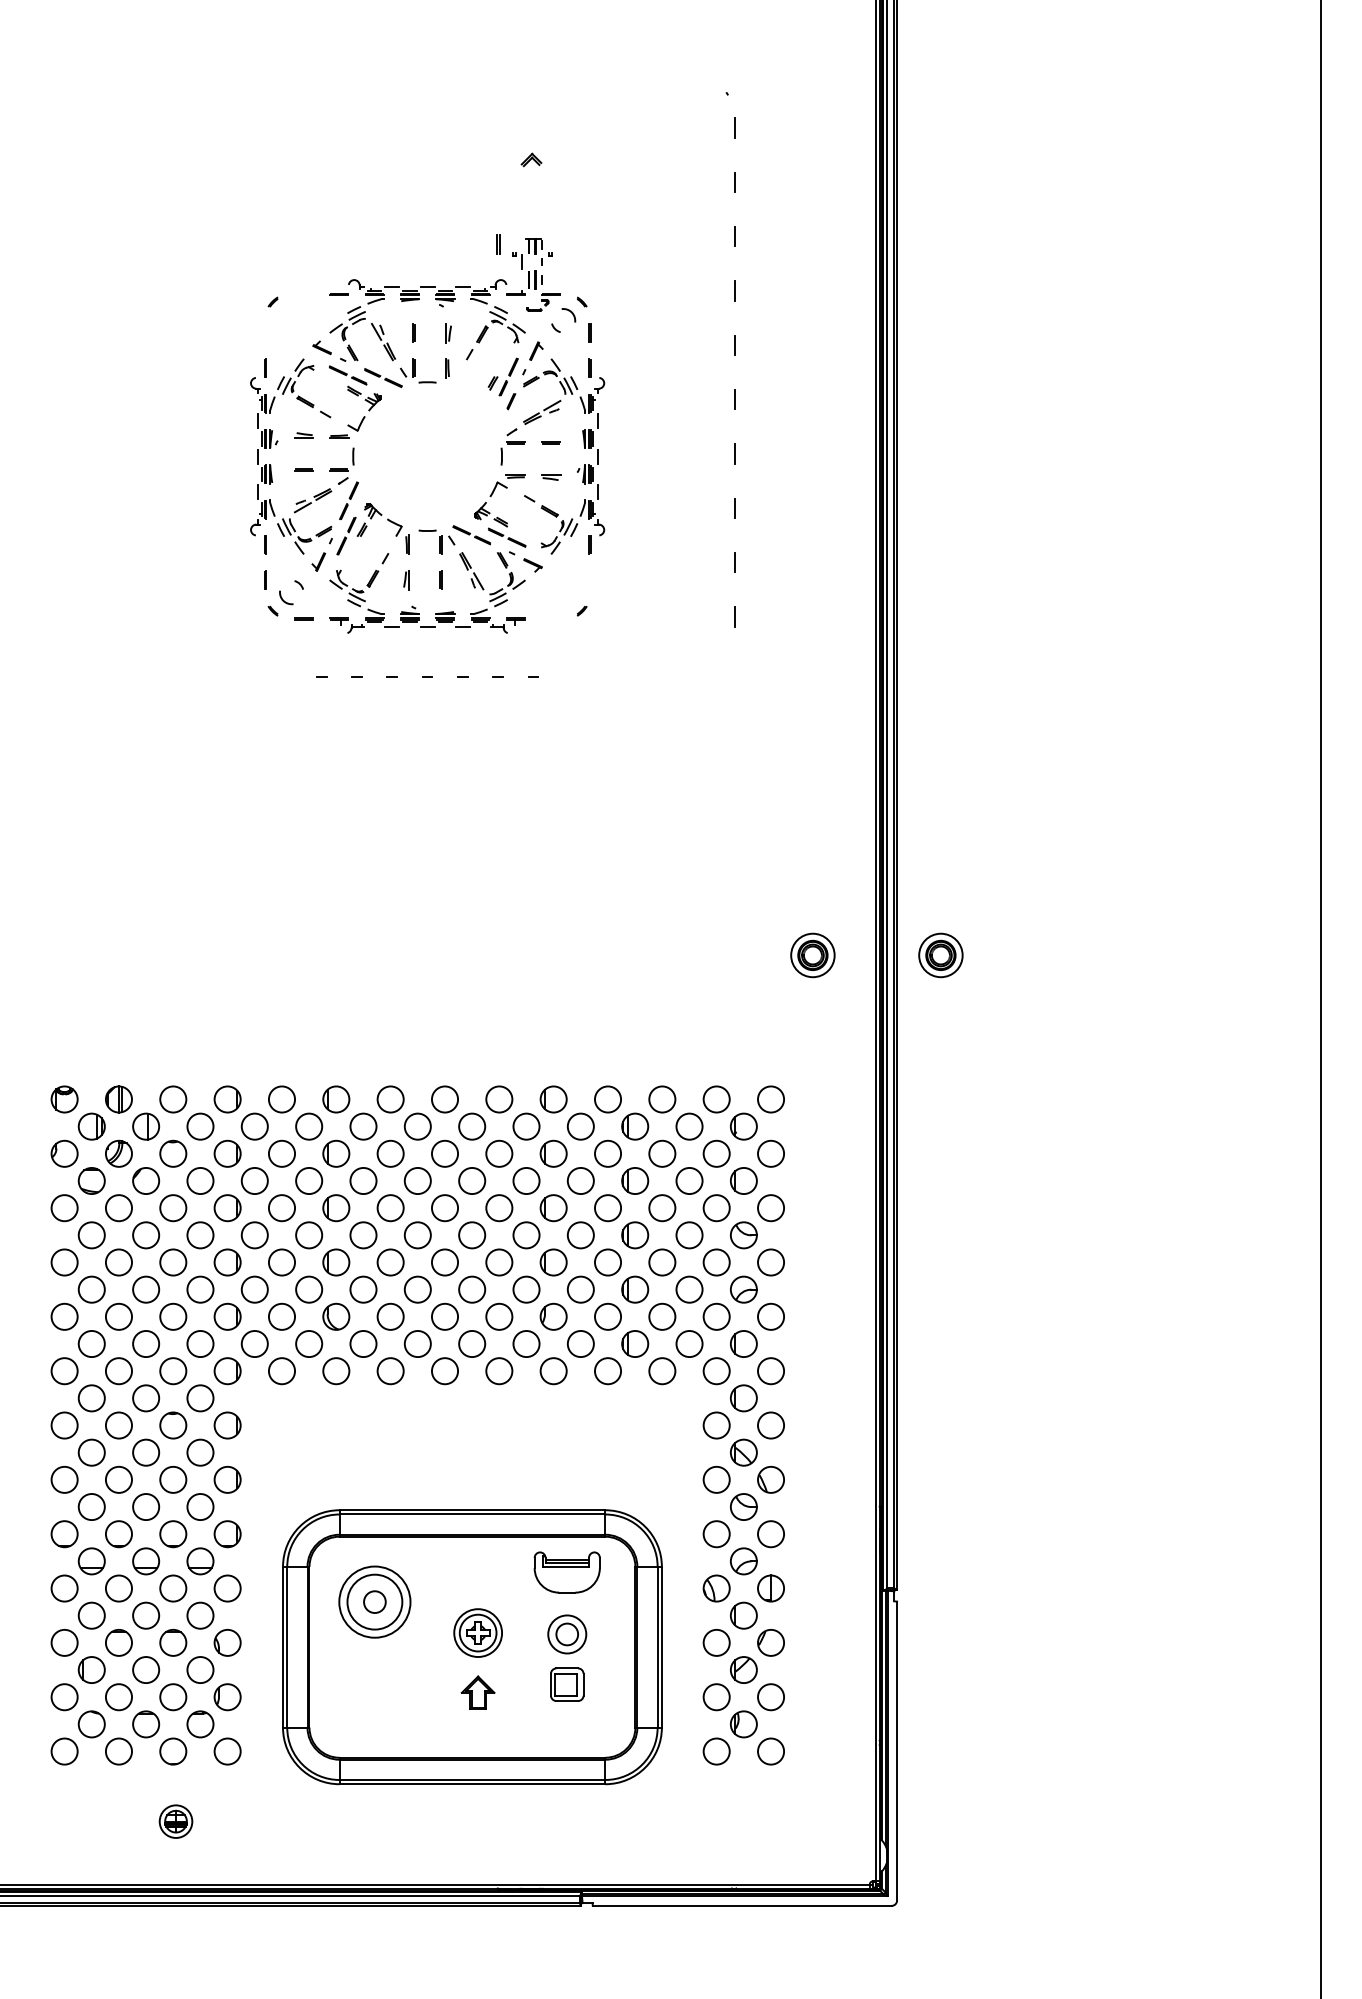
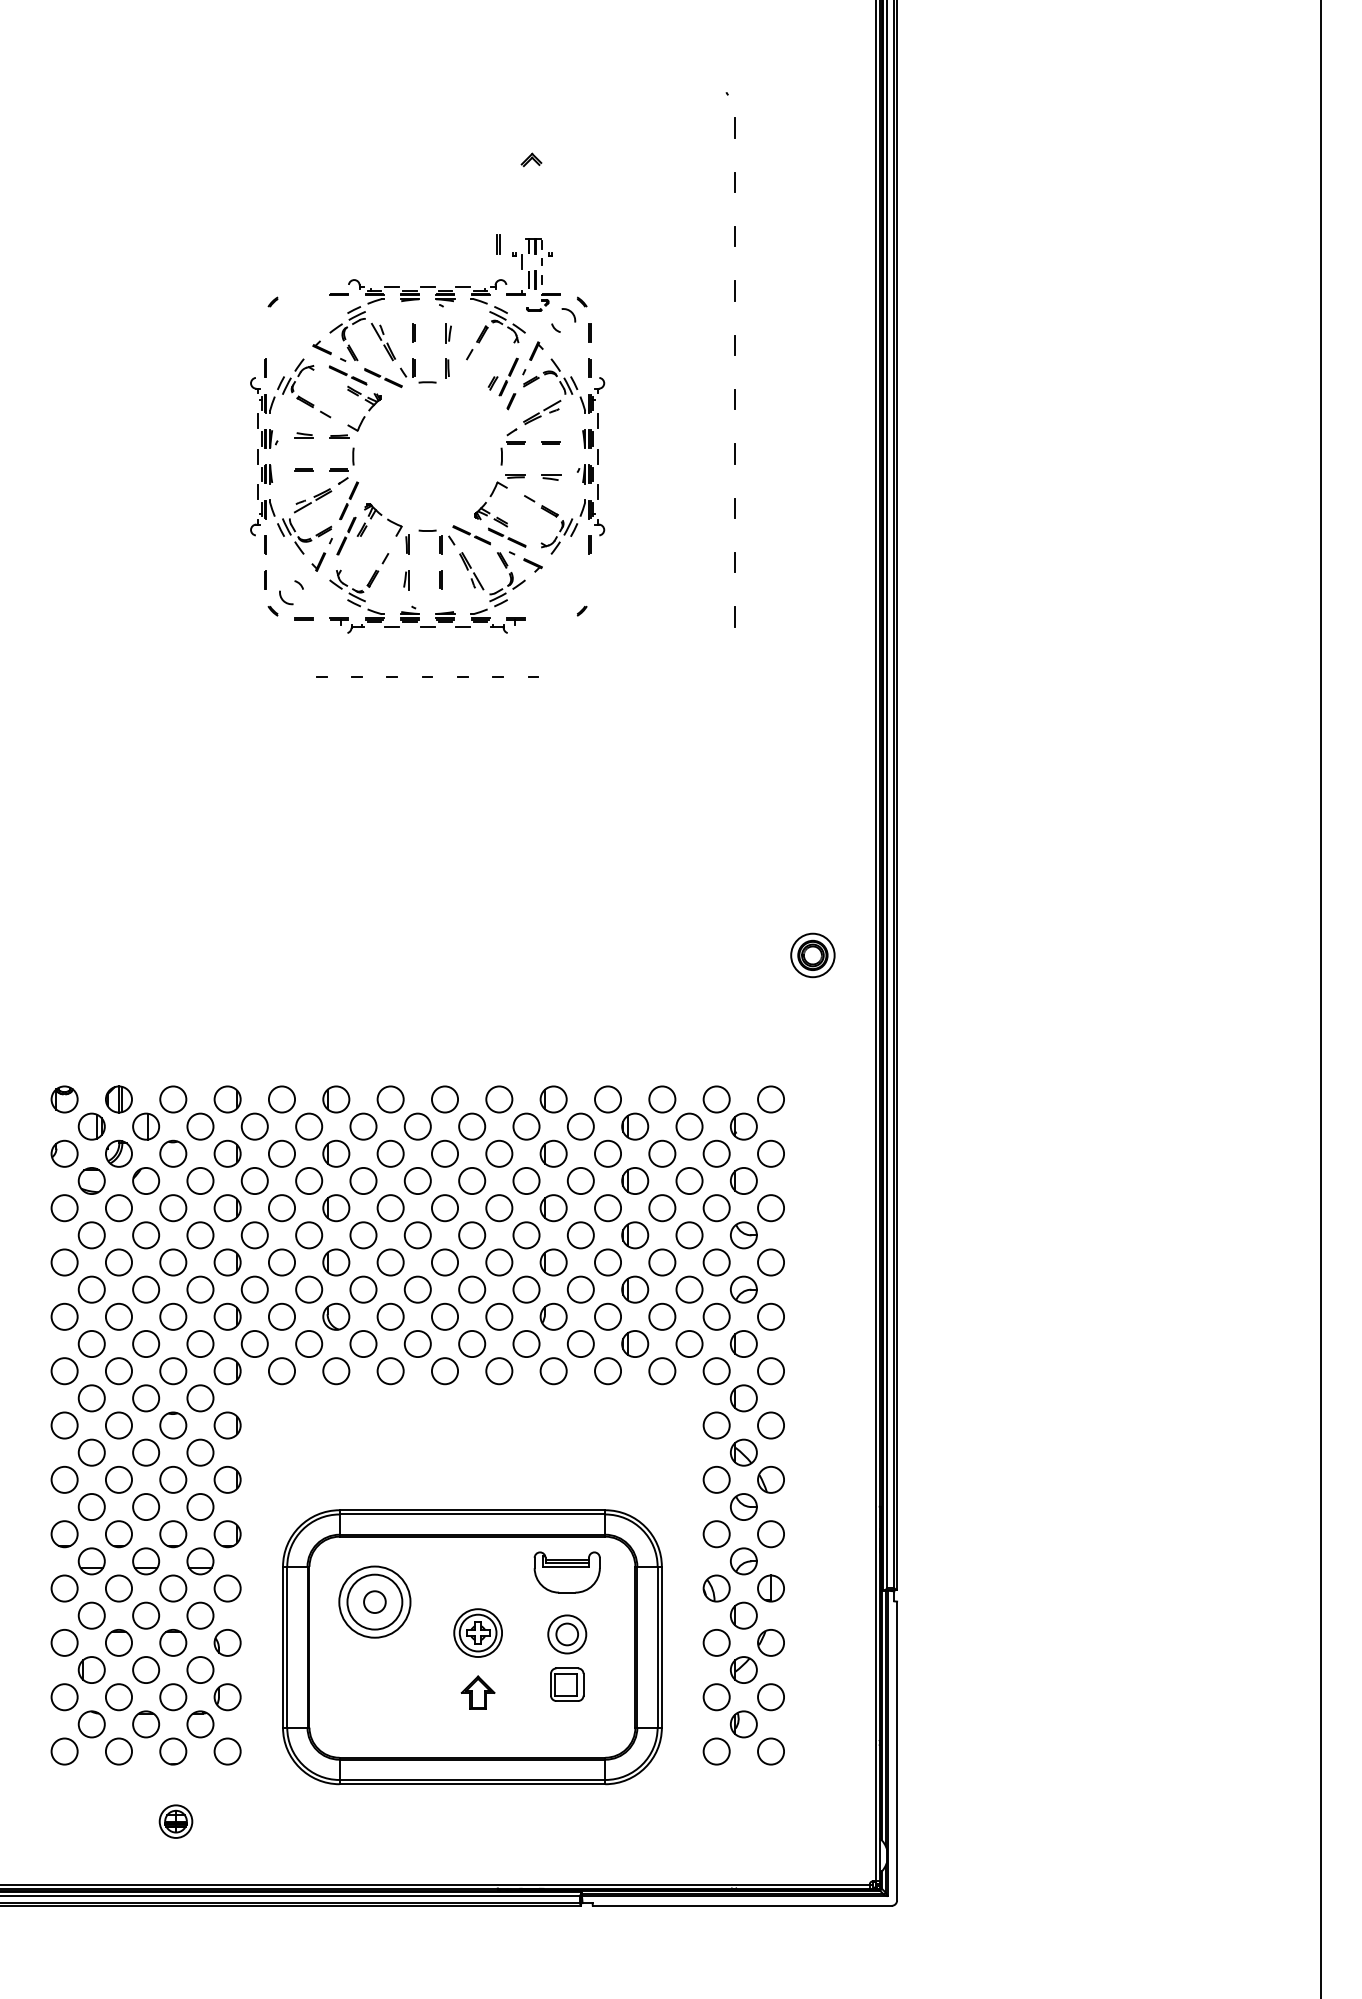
part at (940, 955): present -> none
